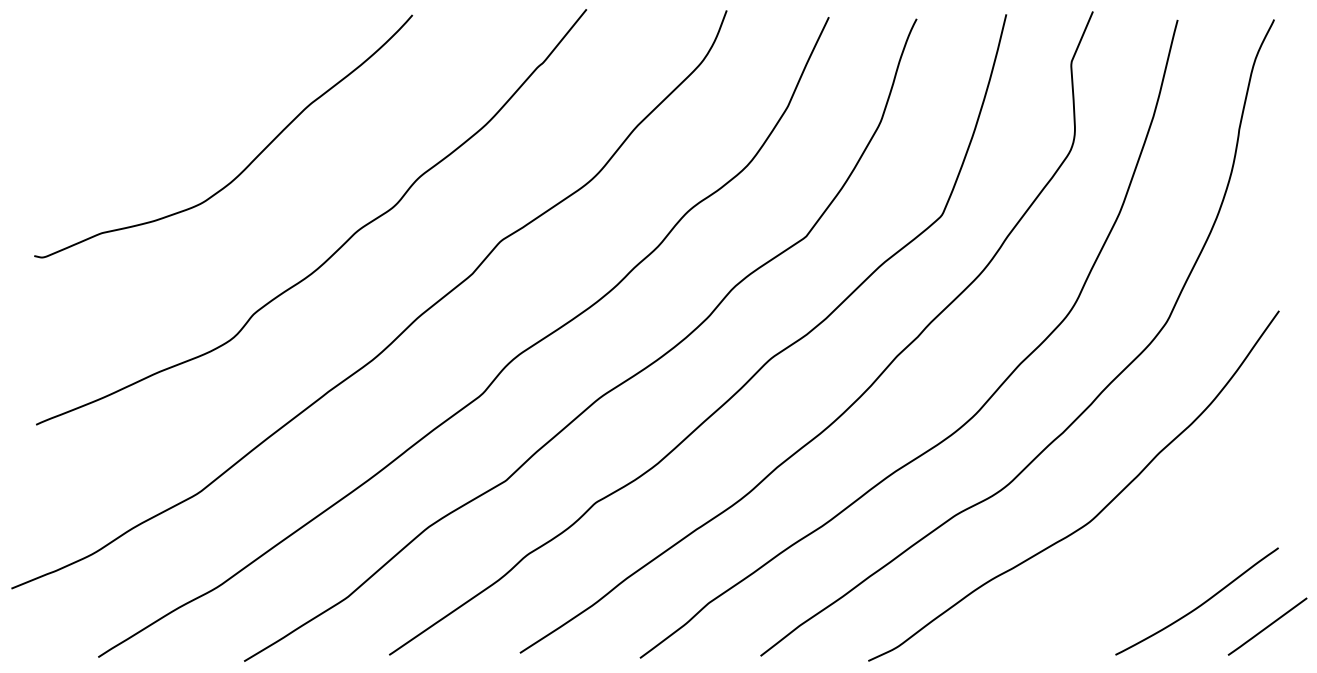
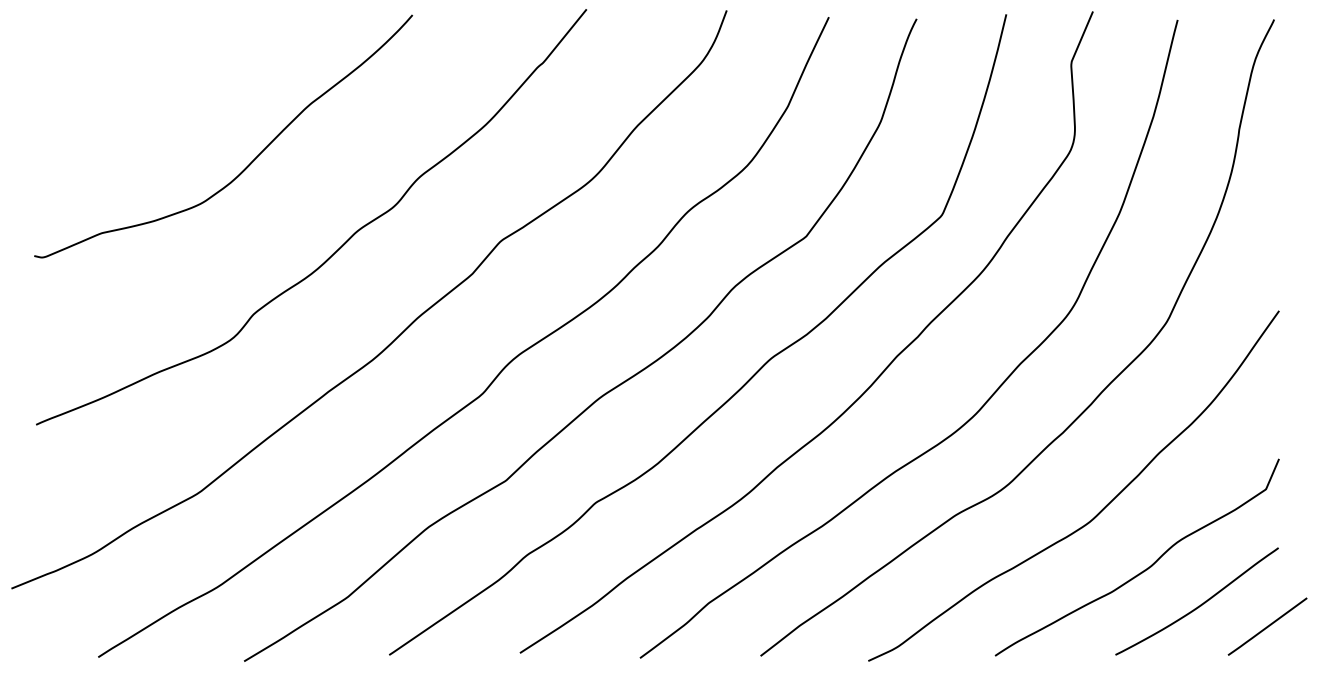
curve at (1144, 569): none -> present
